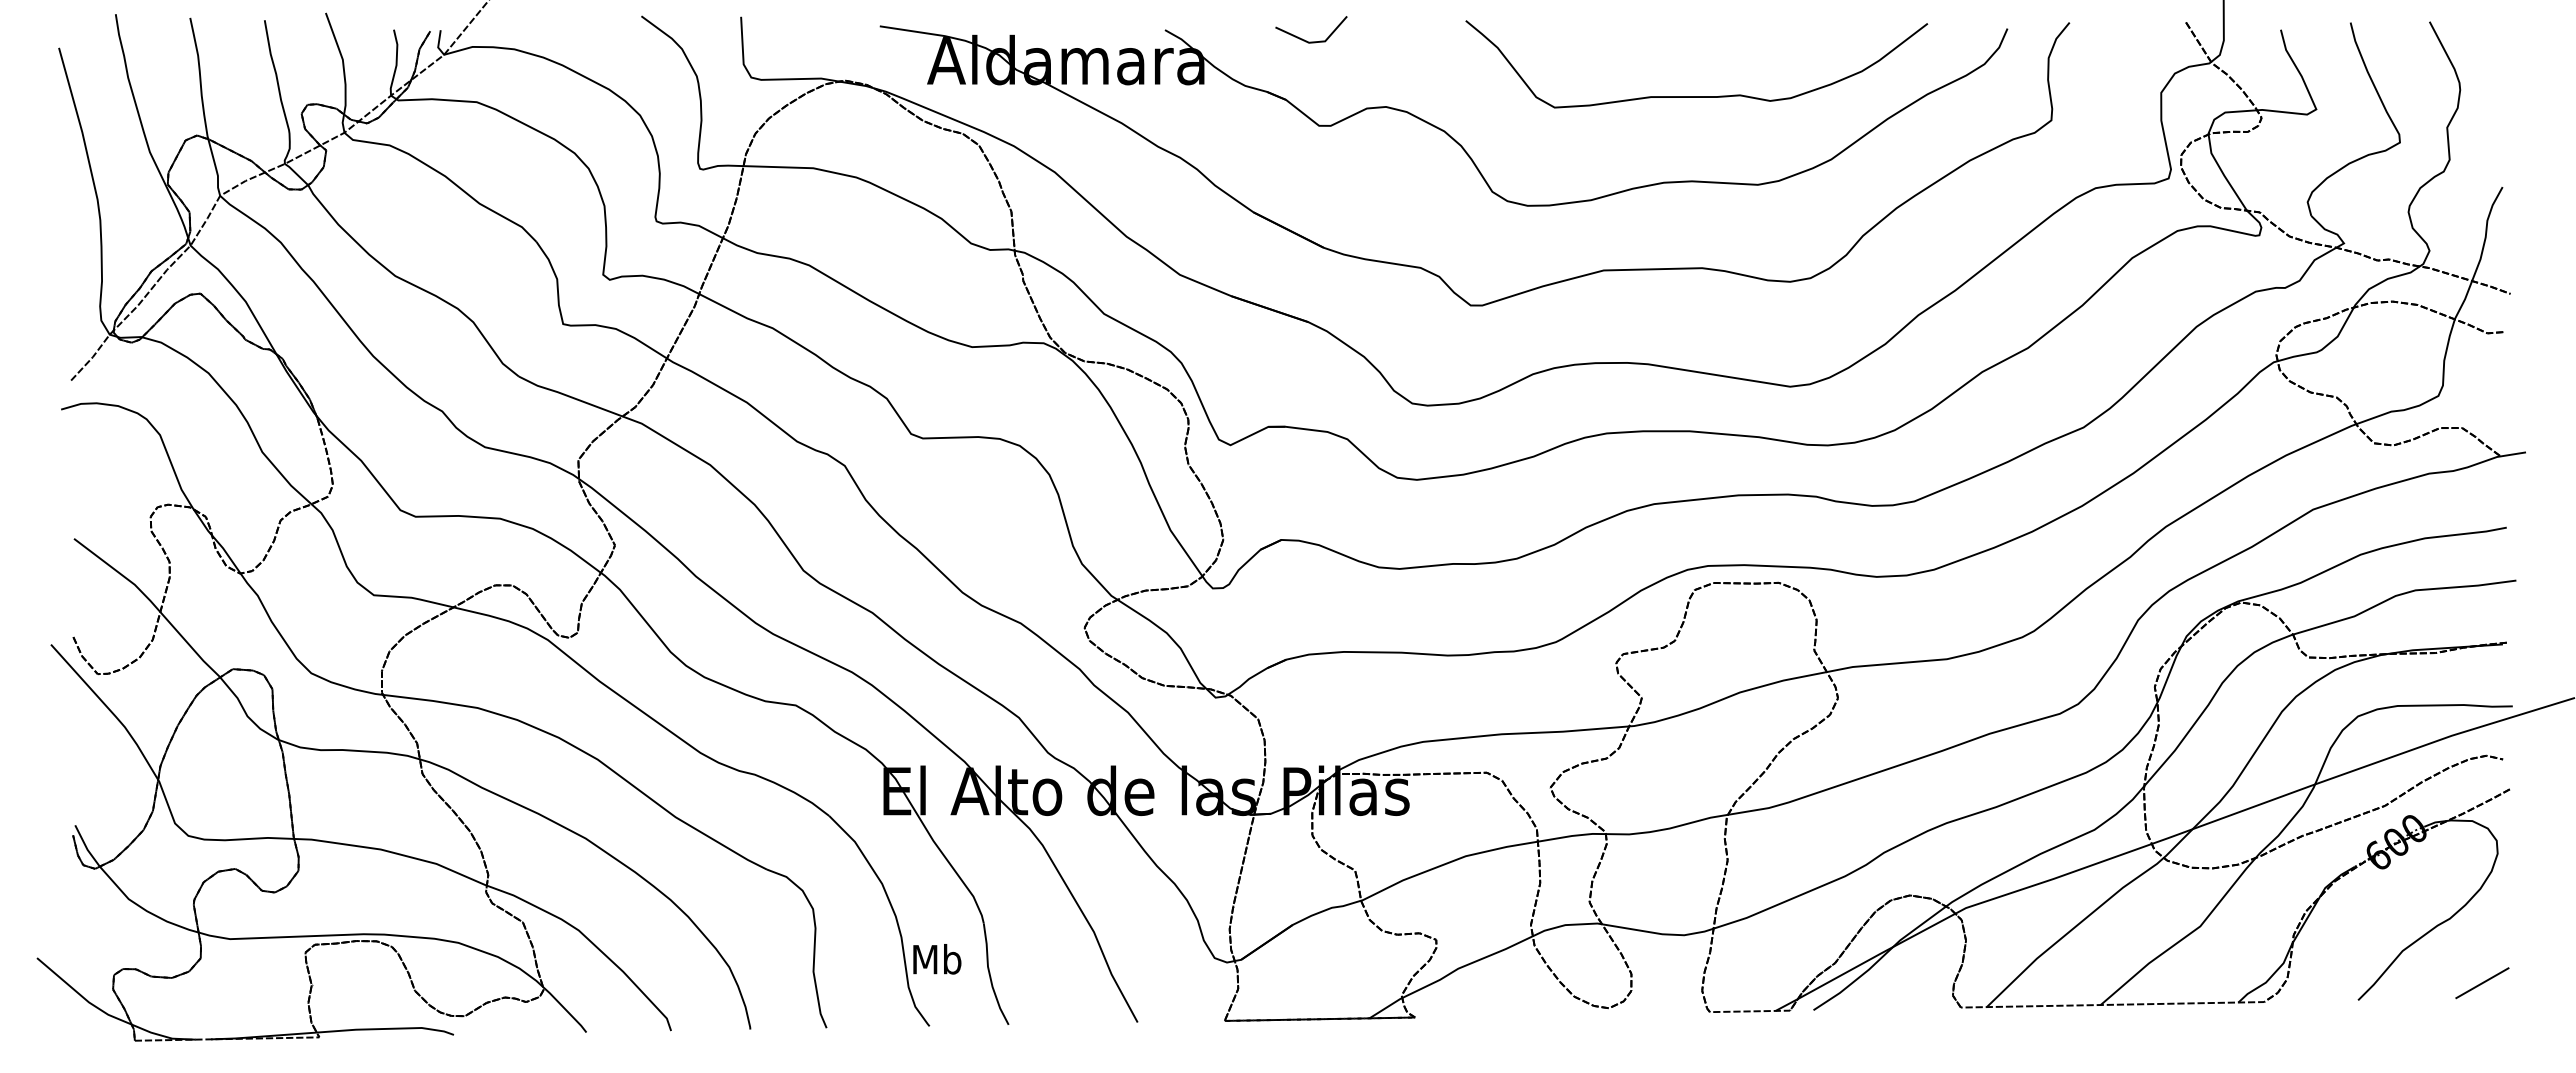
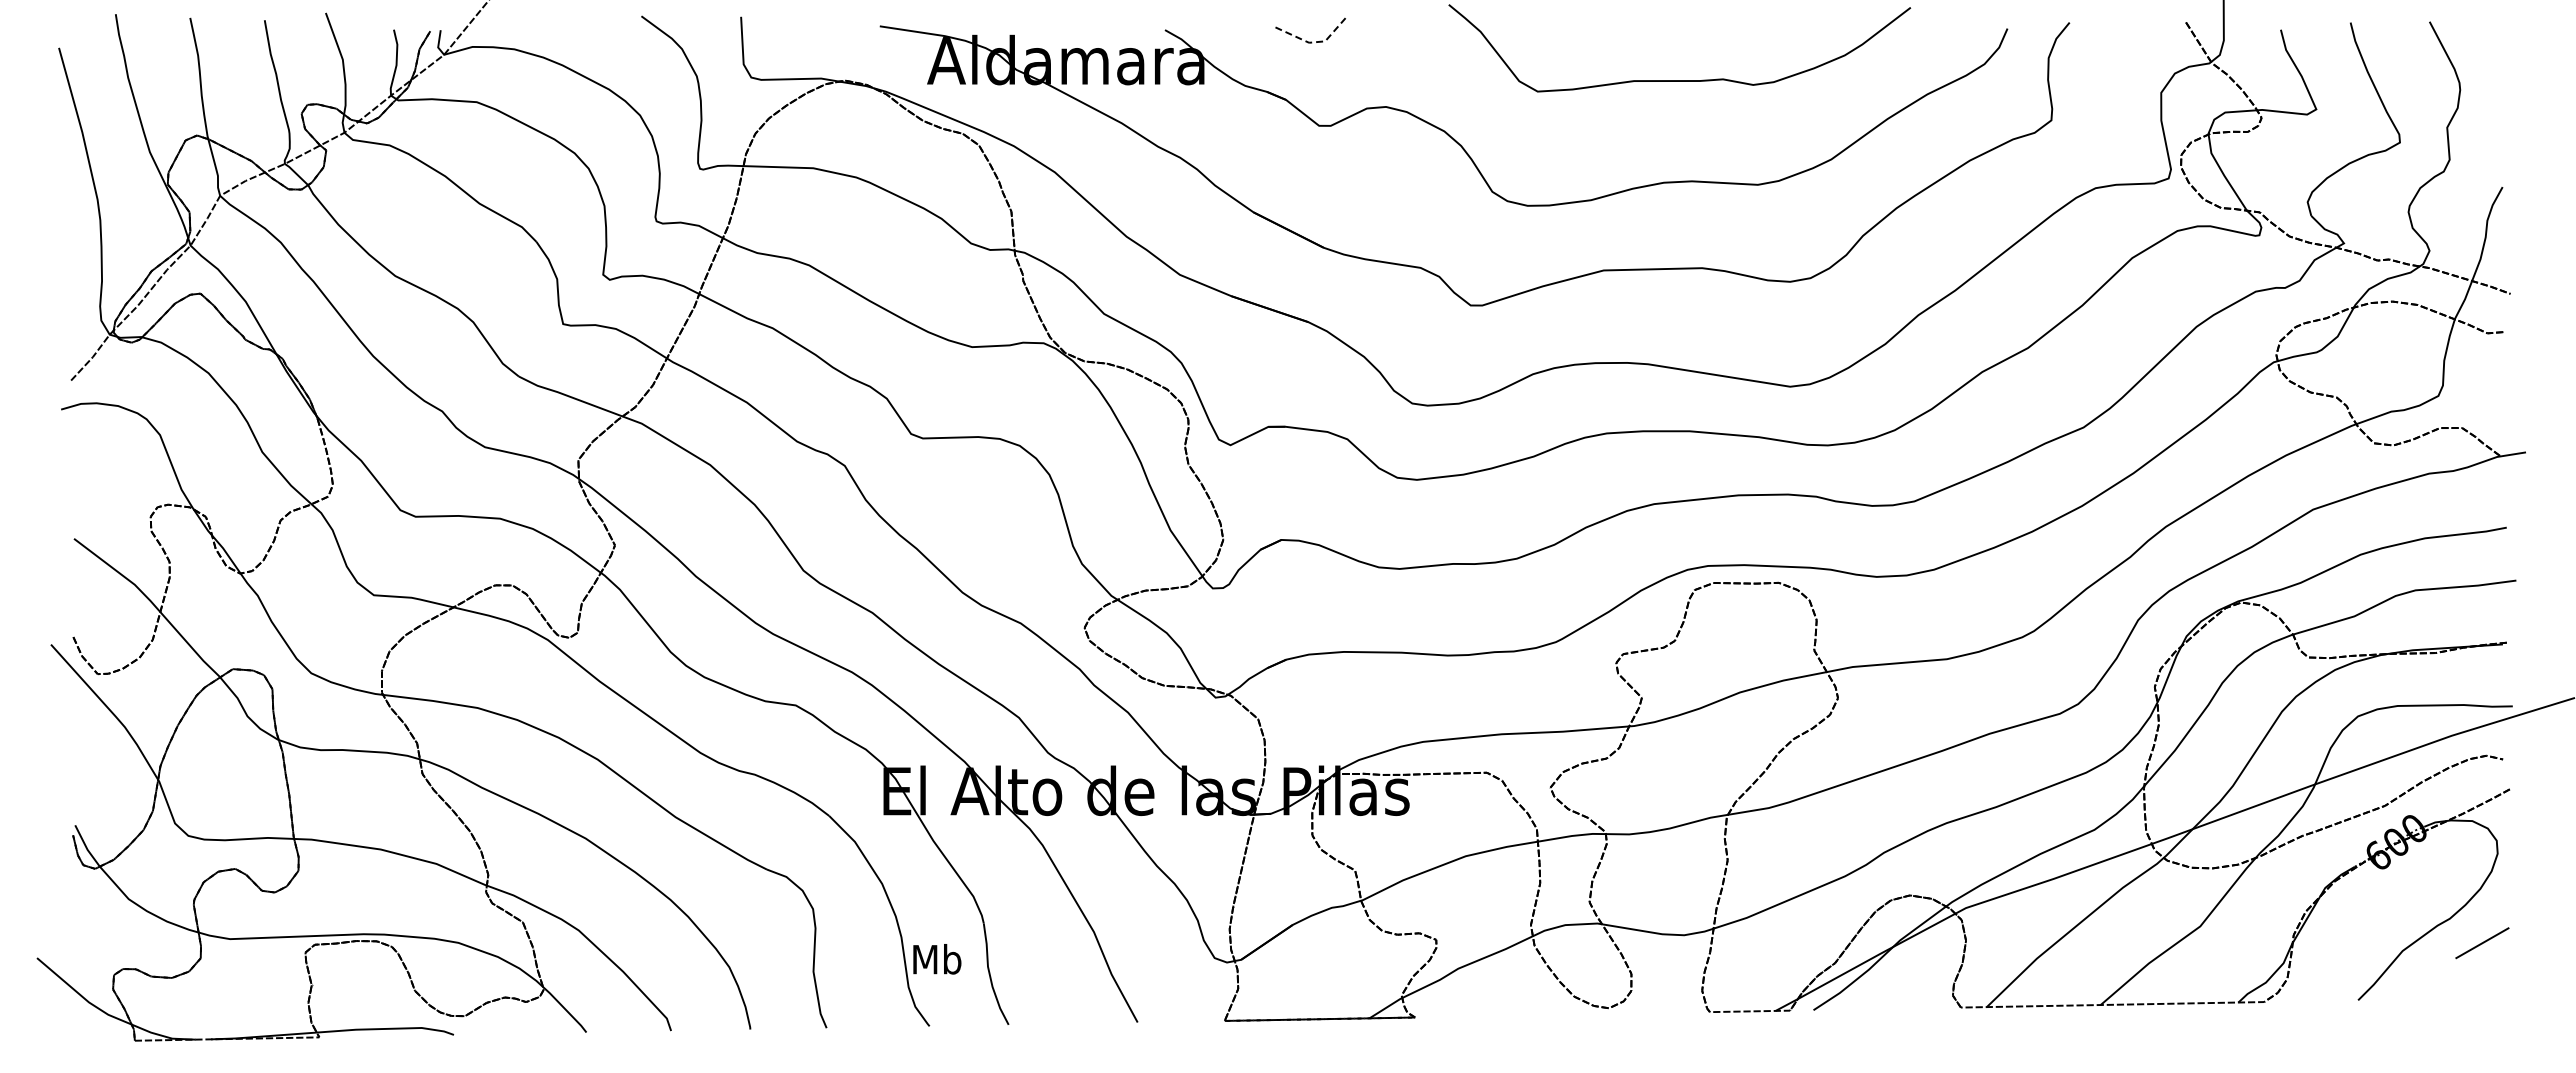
line at (1315, 42): solid -> dashed
curve at (1696, 96) position: (1696, 96) -> (1679, 80)
line at (2482, 983) position: (2482, 983) -> (2482, 943)
